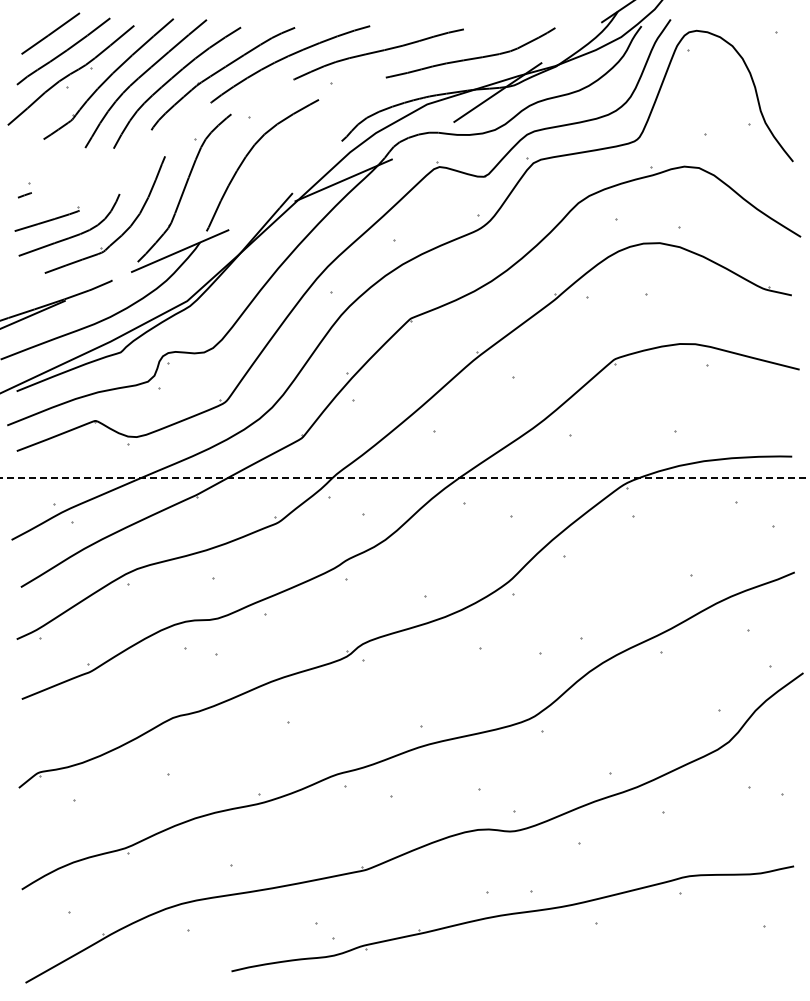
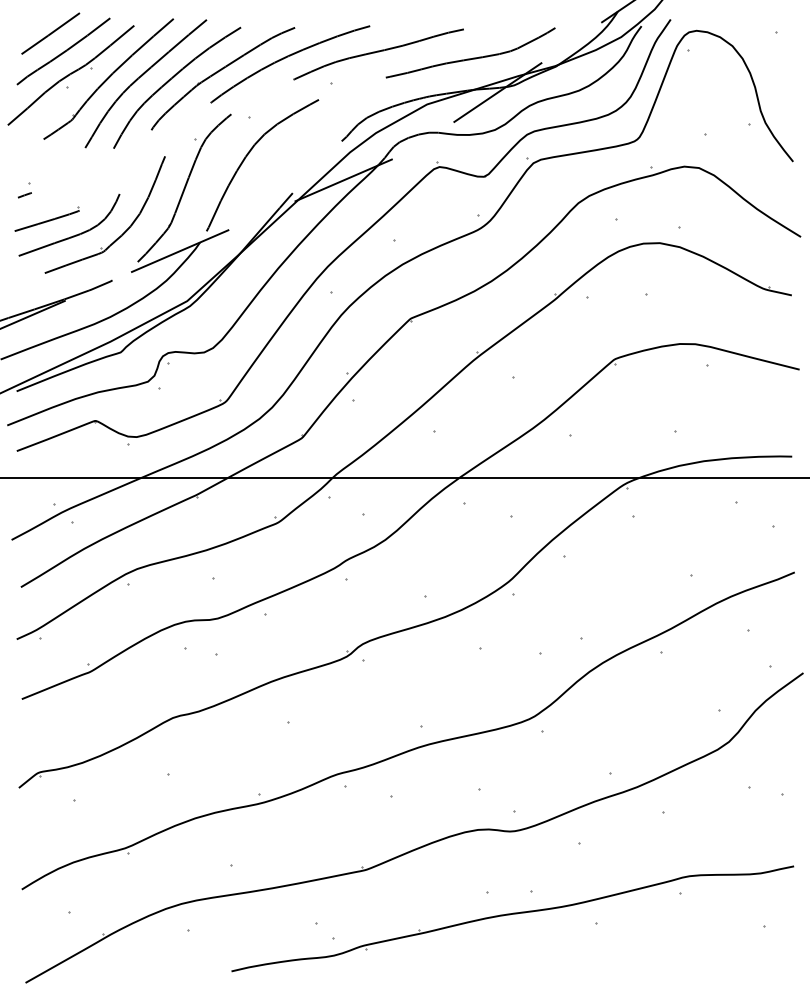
line at (404, 478): dashed -> solid
